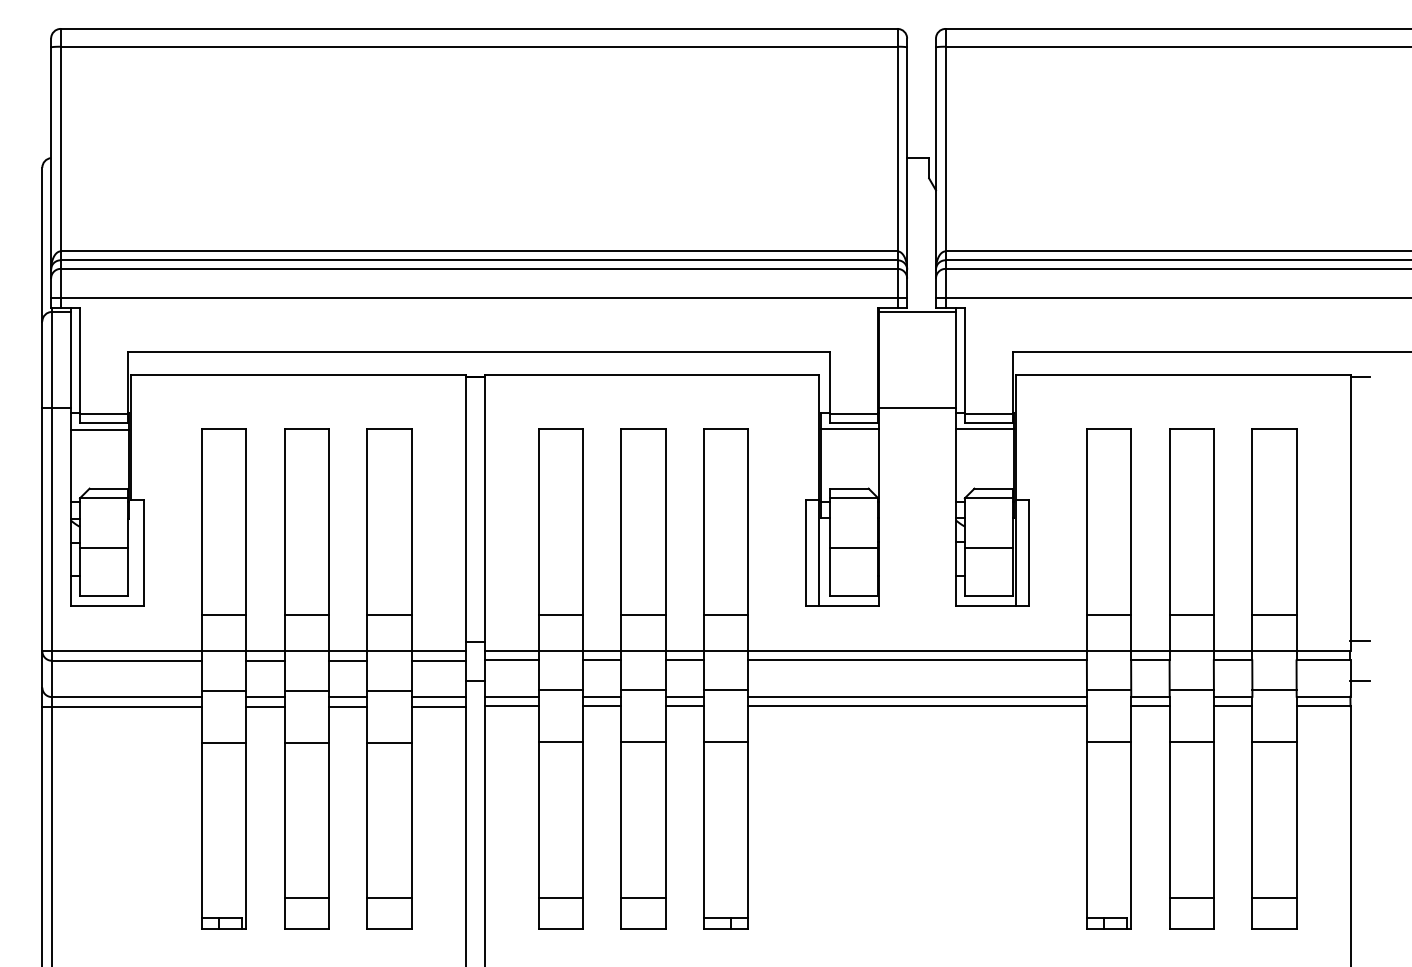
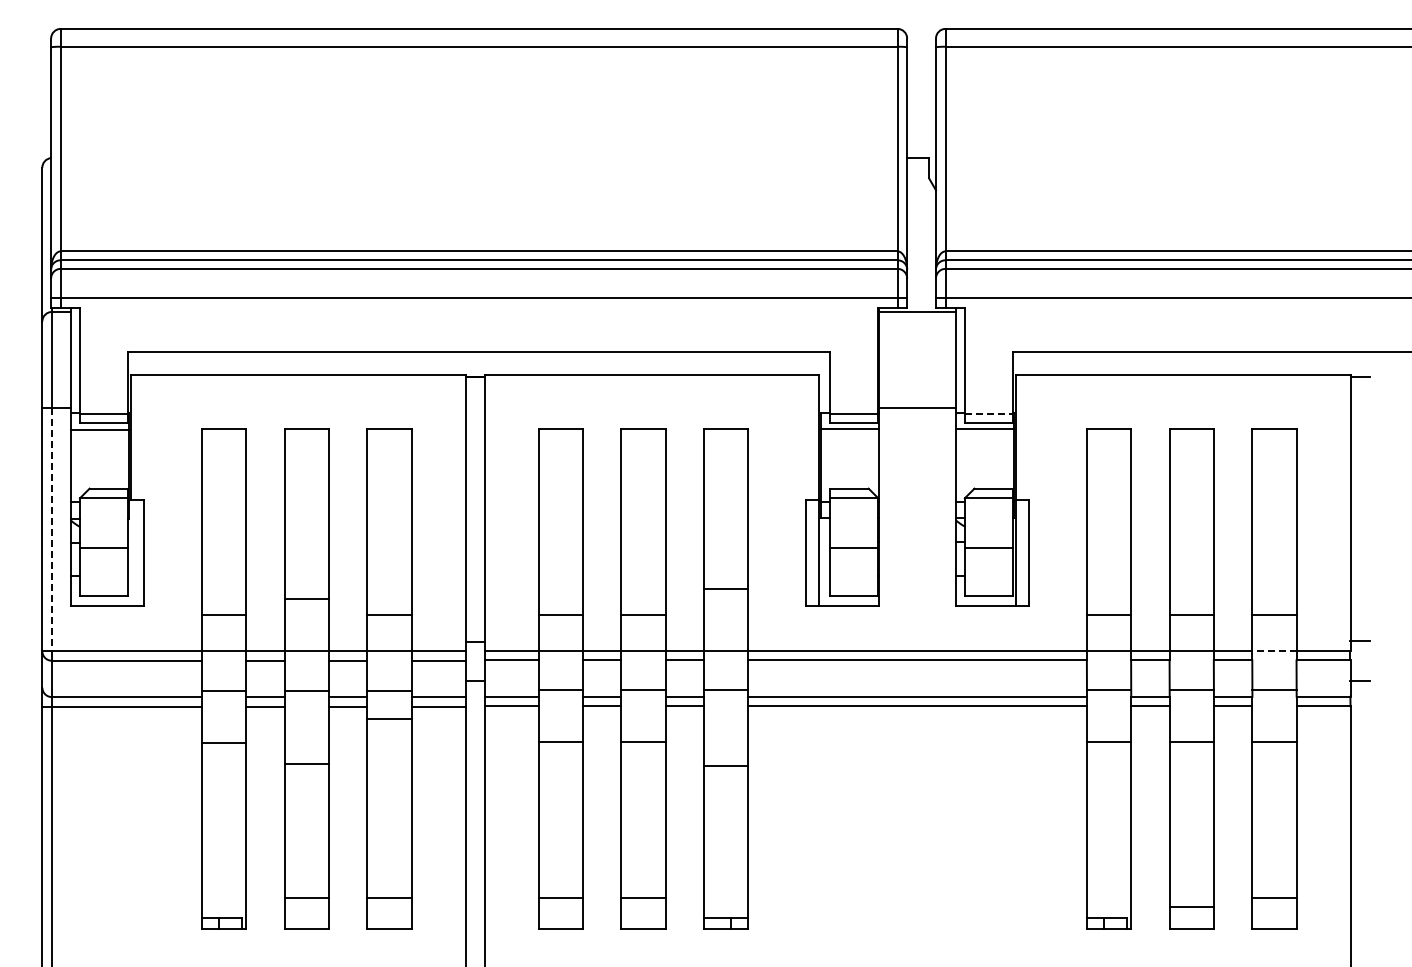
line at (989, 413): solid -> dashed
line at (51, 529): solid -> dashed
line at (726, 614) position: (726, 614) -> (726, 588)
line at (306, 615) position: (306, 615) -> (306, 599)
line at (1273, 651): solid -> dashed
line at (306, 742) position: (306, 742) -> (306, 763)
line at (389, 742) position: (389, 742) -> (389, 718)
line at (726, 742) position: (726, 742) -> (726, 766)
line at (1191, 897) position: (1191, 897) -> (1191, 906)
